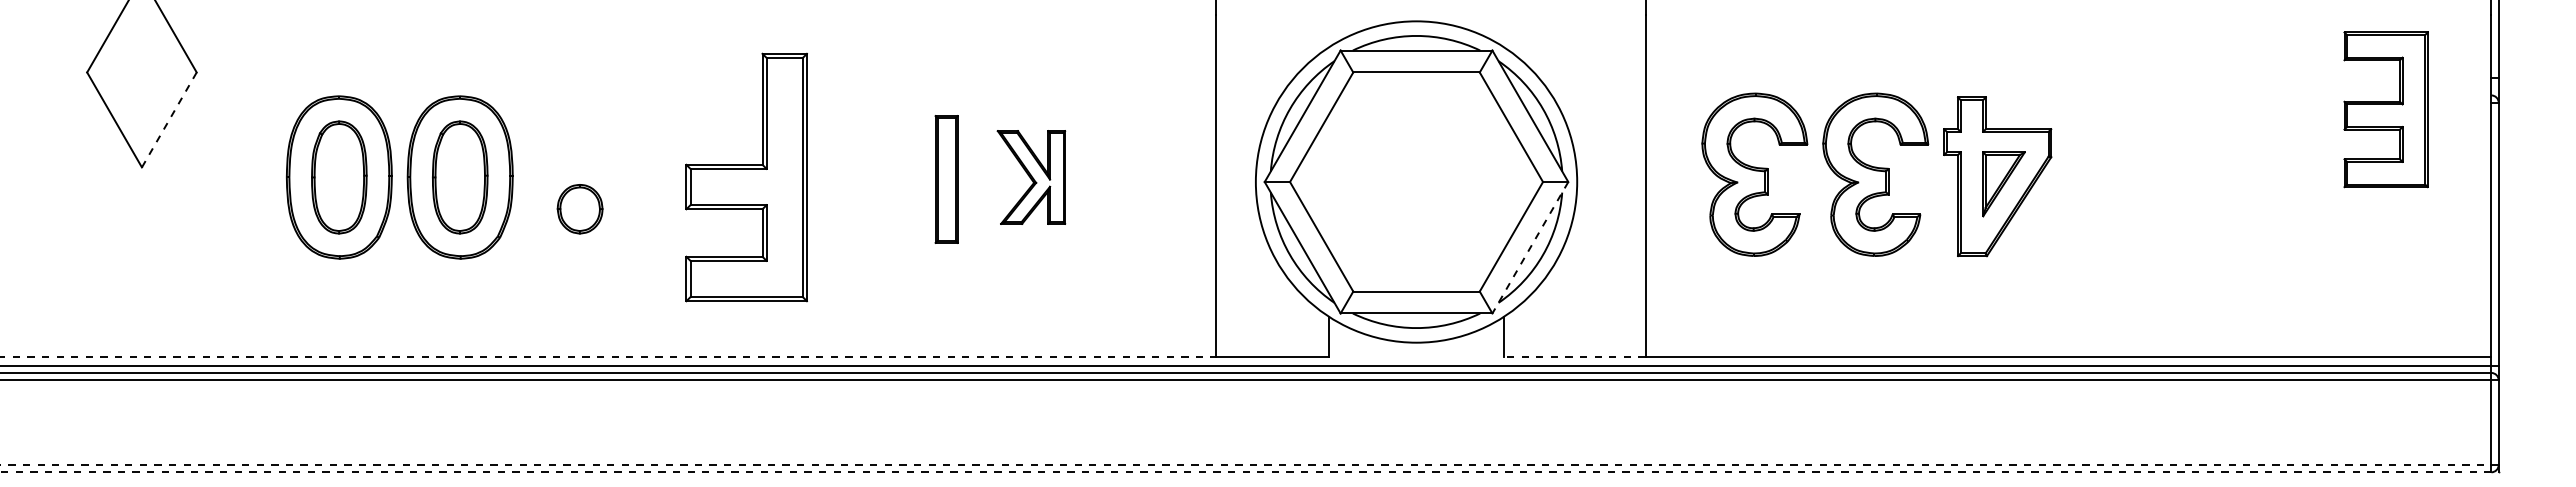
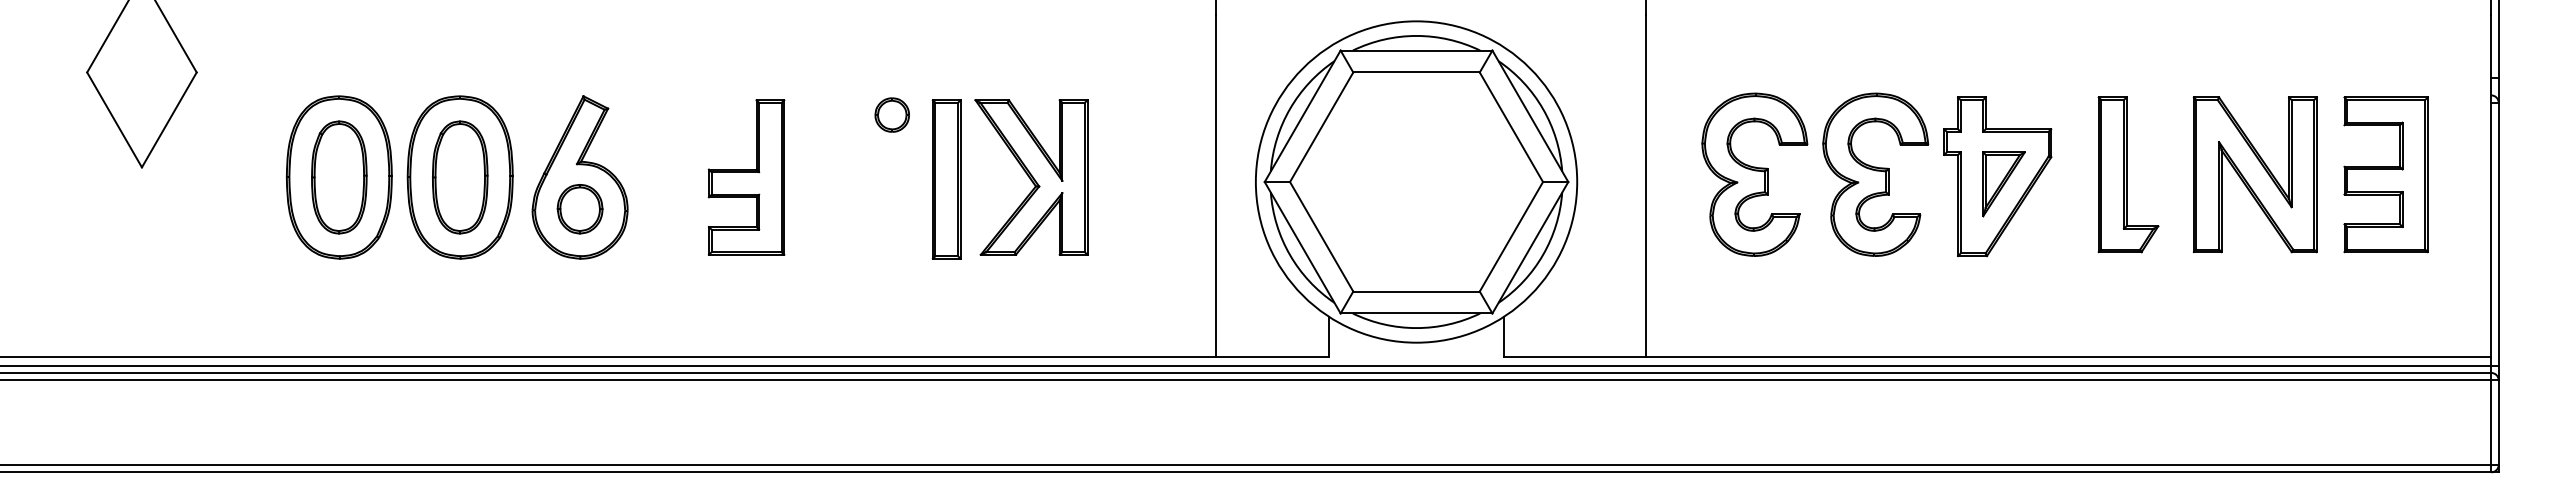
part at (2385, 109) position: (2385, 109) -> (2385, 174)
part at (891, 114): none -> present
line at (169, 119): dashed -> solid
part at (2128, 174): none -> present
part at (2254, 174): none -> present
part at (579, 177): none -> present
part at (746, 177) size: 123x251 px -> 79x157 px
part at (1031, 177) size: 71x95 px -> 115x157 px
part at (946, 179) size: 25x129 px -> 31x161 px
line at (1530, 247): dashed -> solid
line at (608, 357): dashed -> solid
line at (1574, 357): dashed -> solid
line at (1246, 464): dashed -> solid
line at (1249, 472): dashed -> solid
